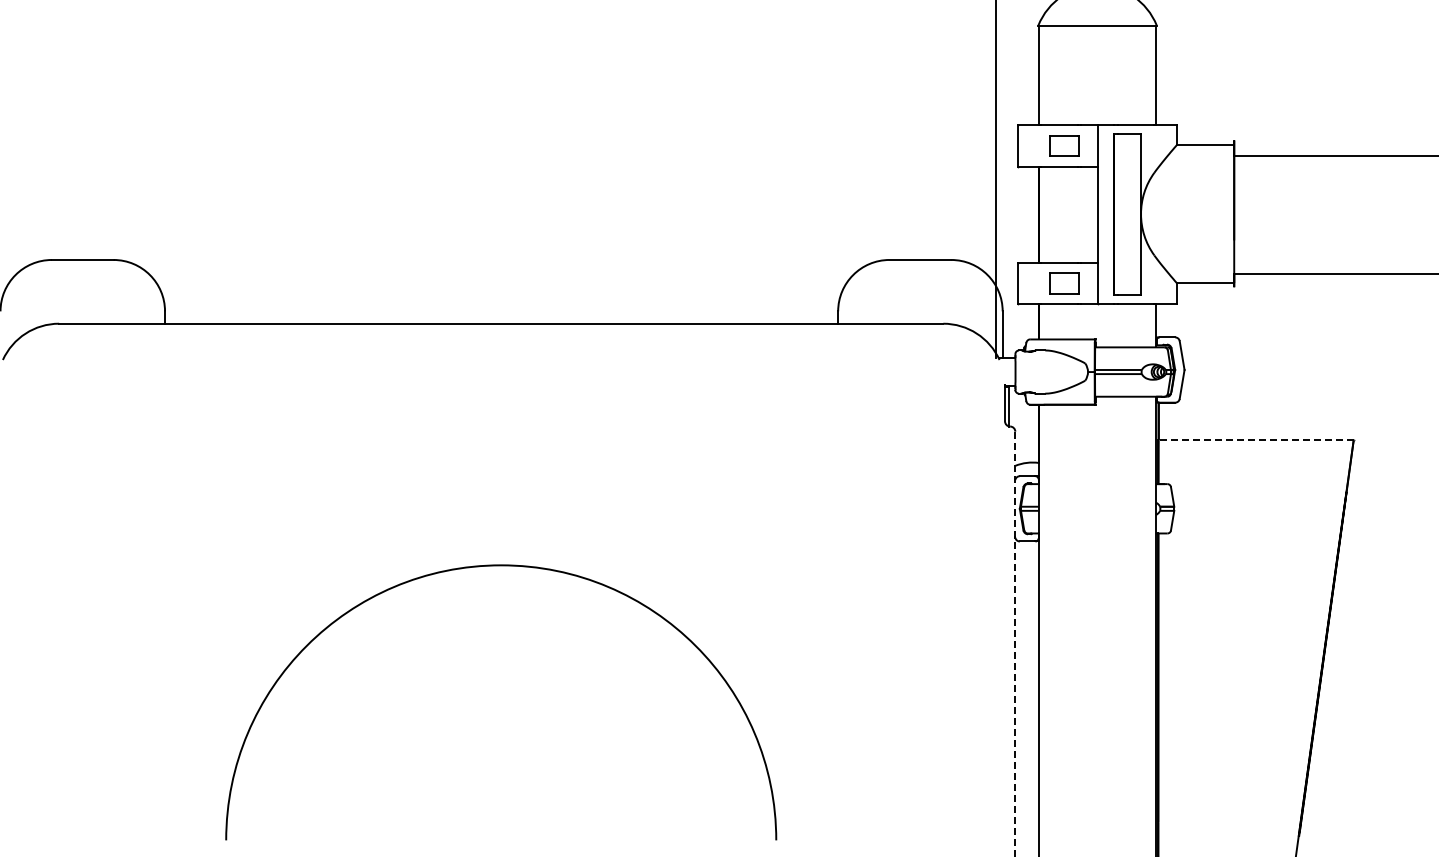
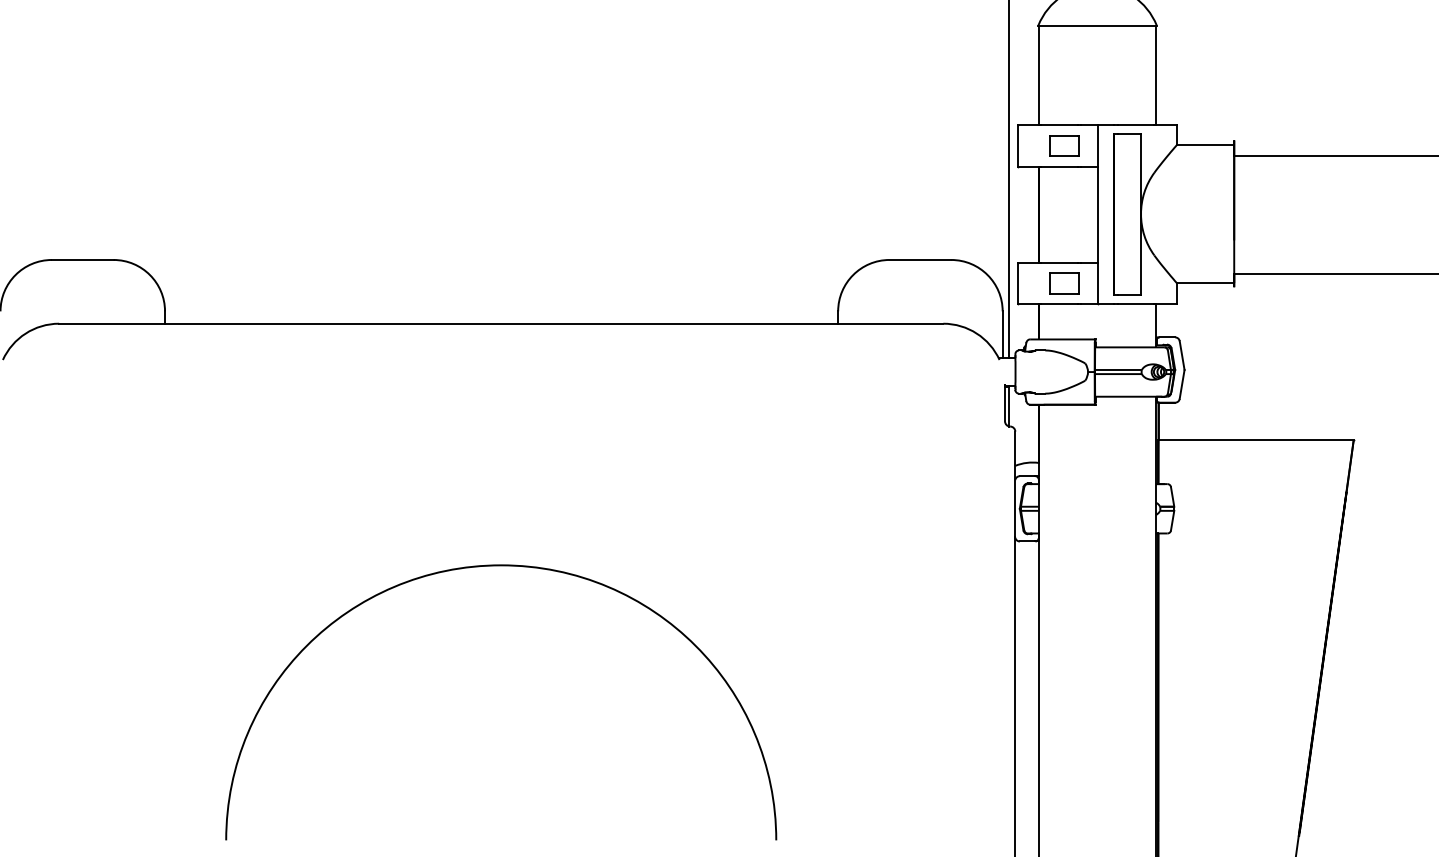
line at (996, 180) position: (996, 180) -> (1009, 180)
line at (1255, 440): dashed -> solid
line at (1015, 644): dashed -> solid
